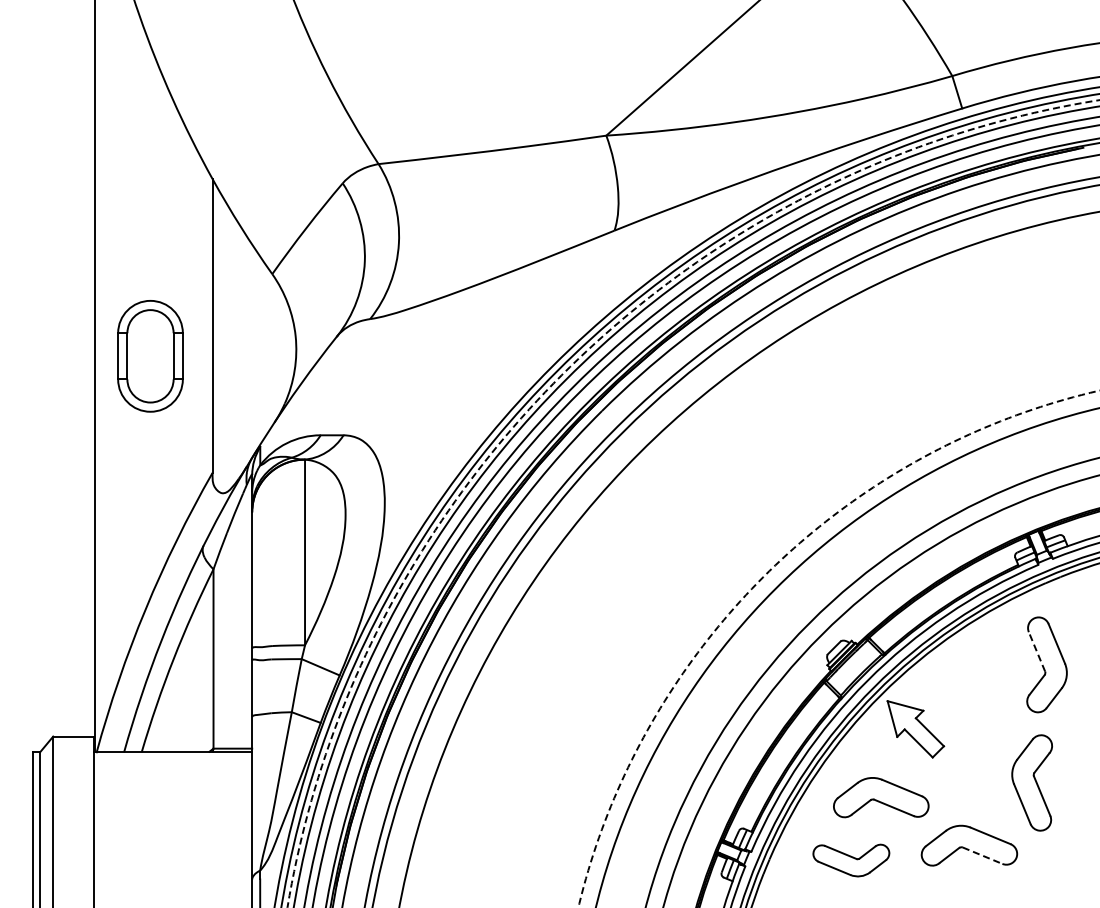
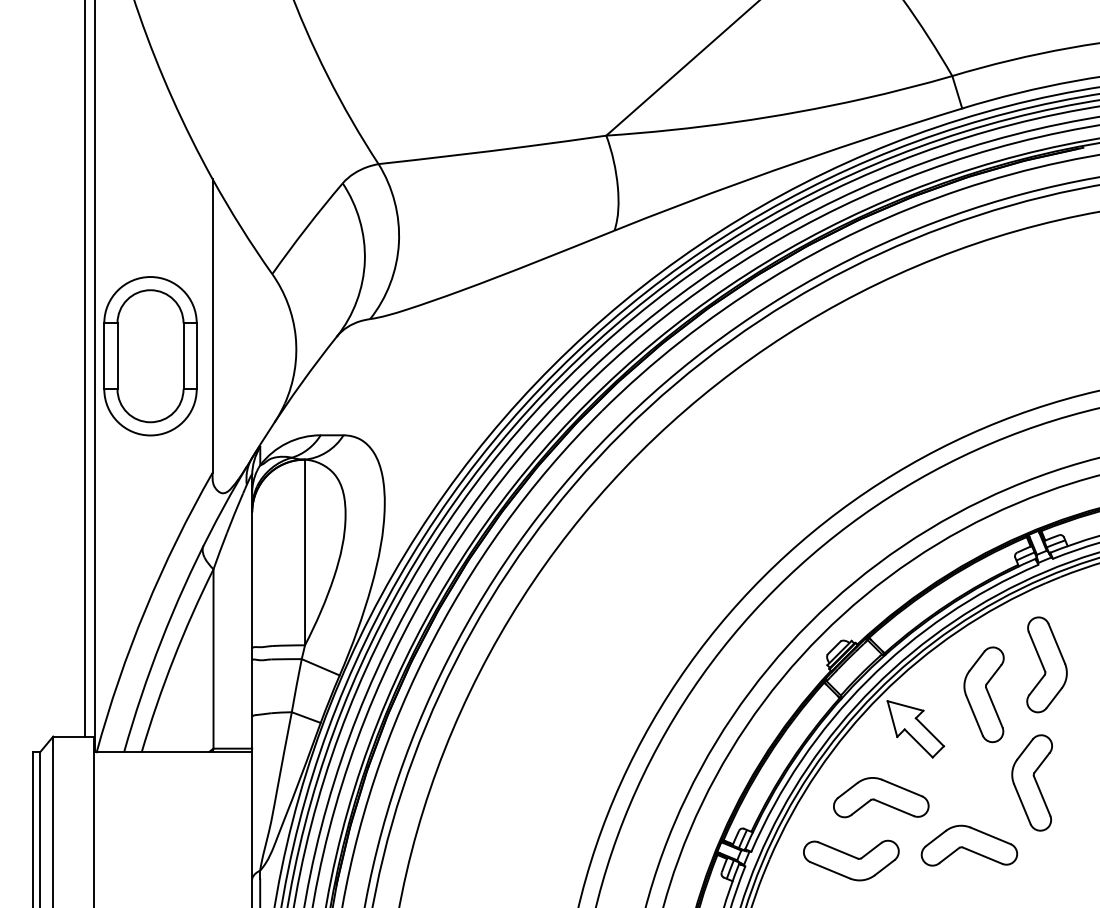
part at (150, 356) size: 67x113 px -> 95x161 px
line at (84, 369): none -> present
circle at (693, 503): dashed -> solid
circle at (838, 648): dashed -> solid
line at (1036, 651): dashed -> solid
part at (983, 694): none -> present
line at (983, 855): dashed -> solid
part at (851, 860) size: 79x35 px -> 97x43 px
